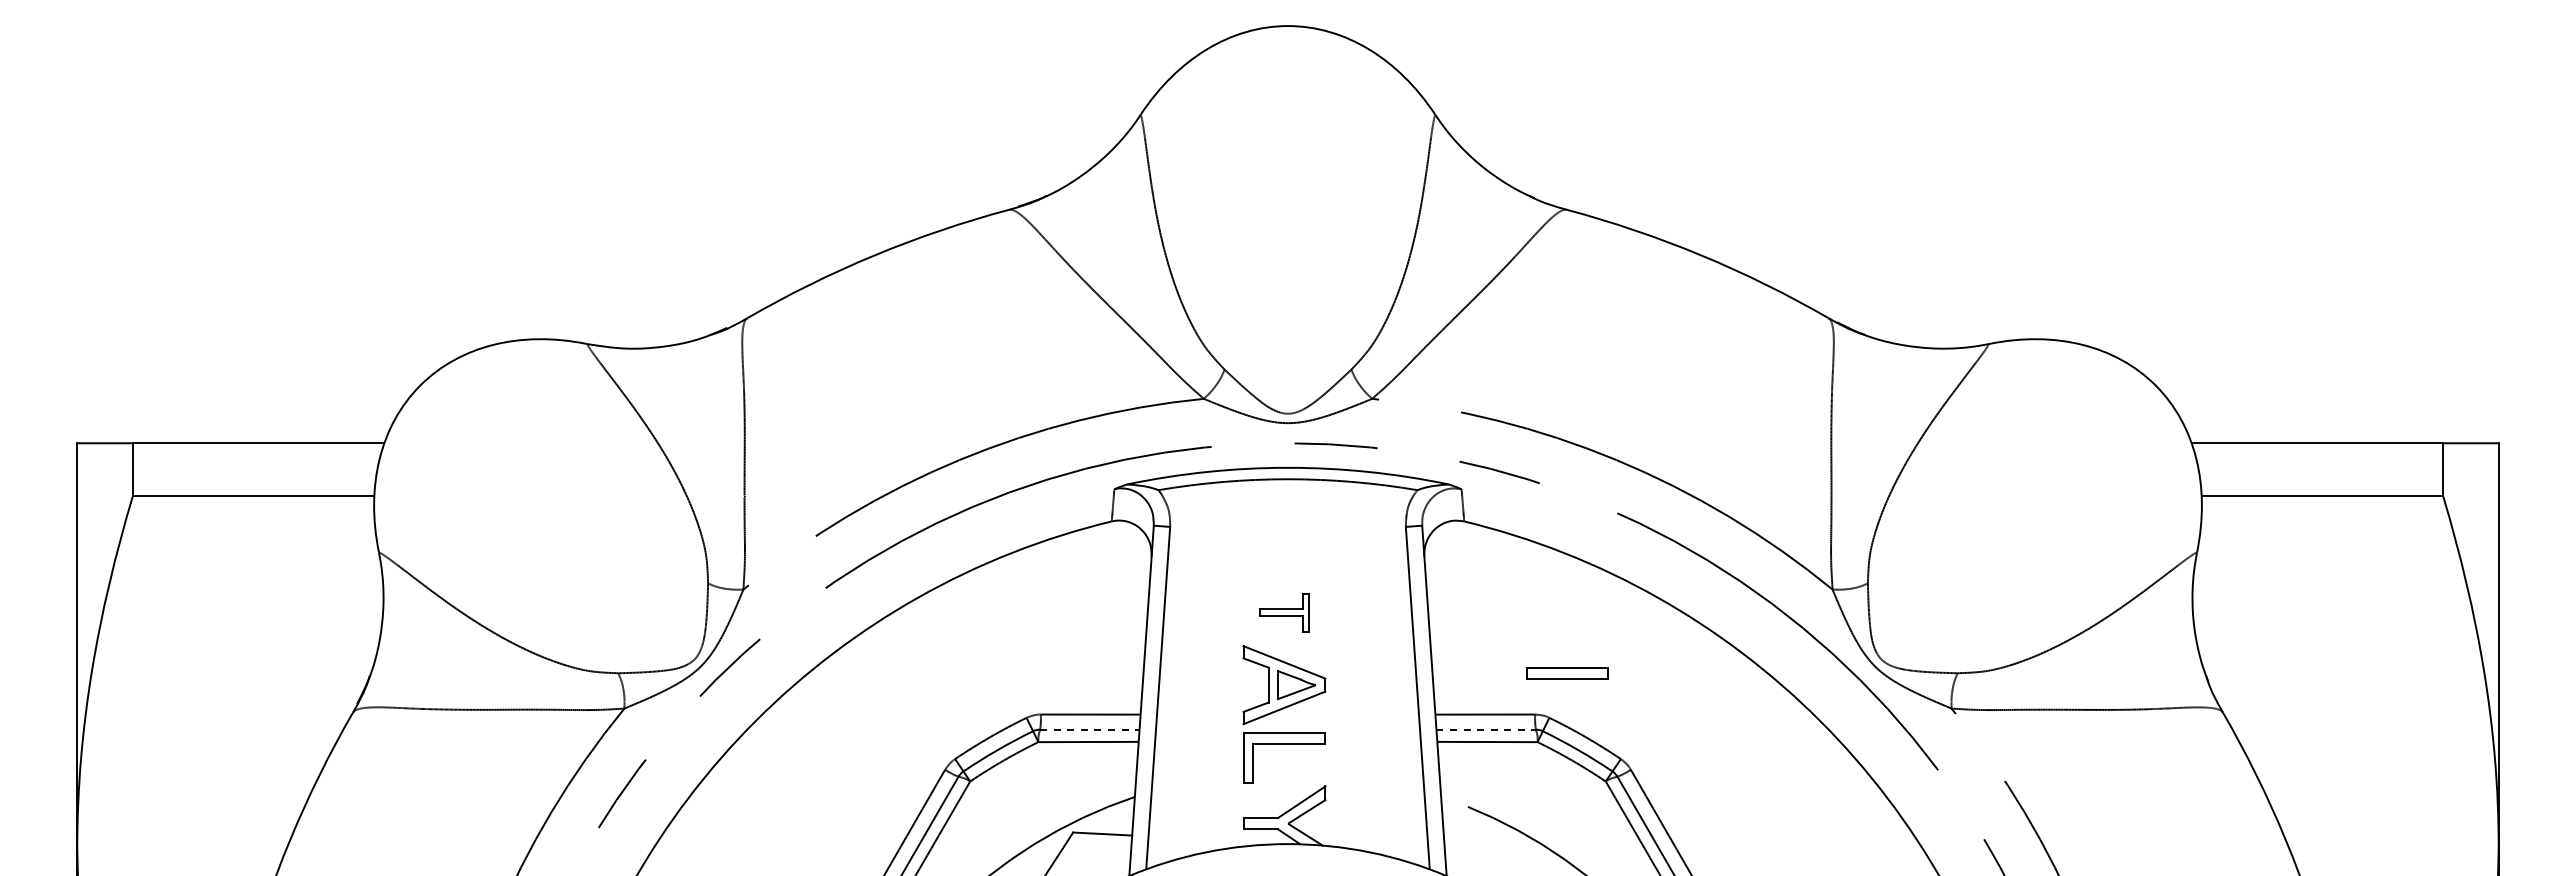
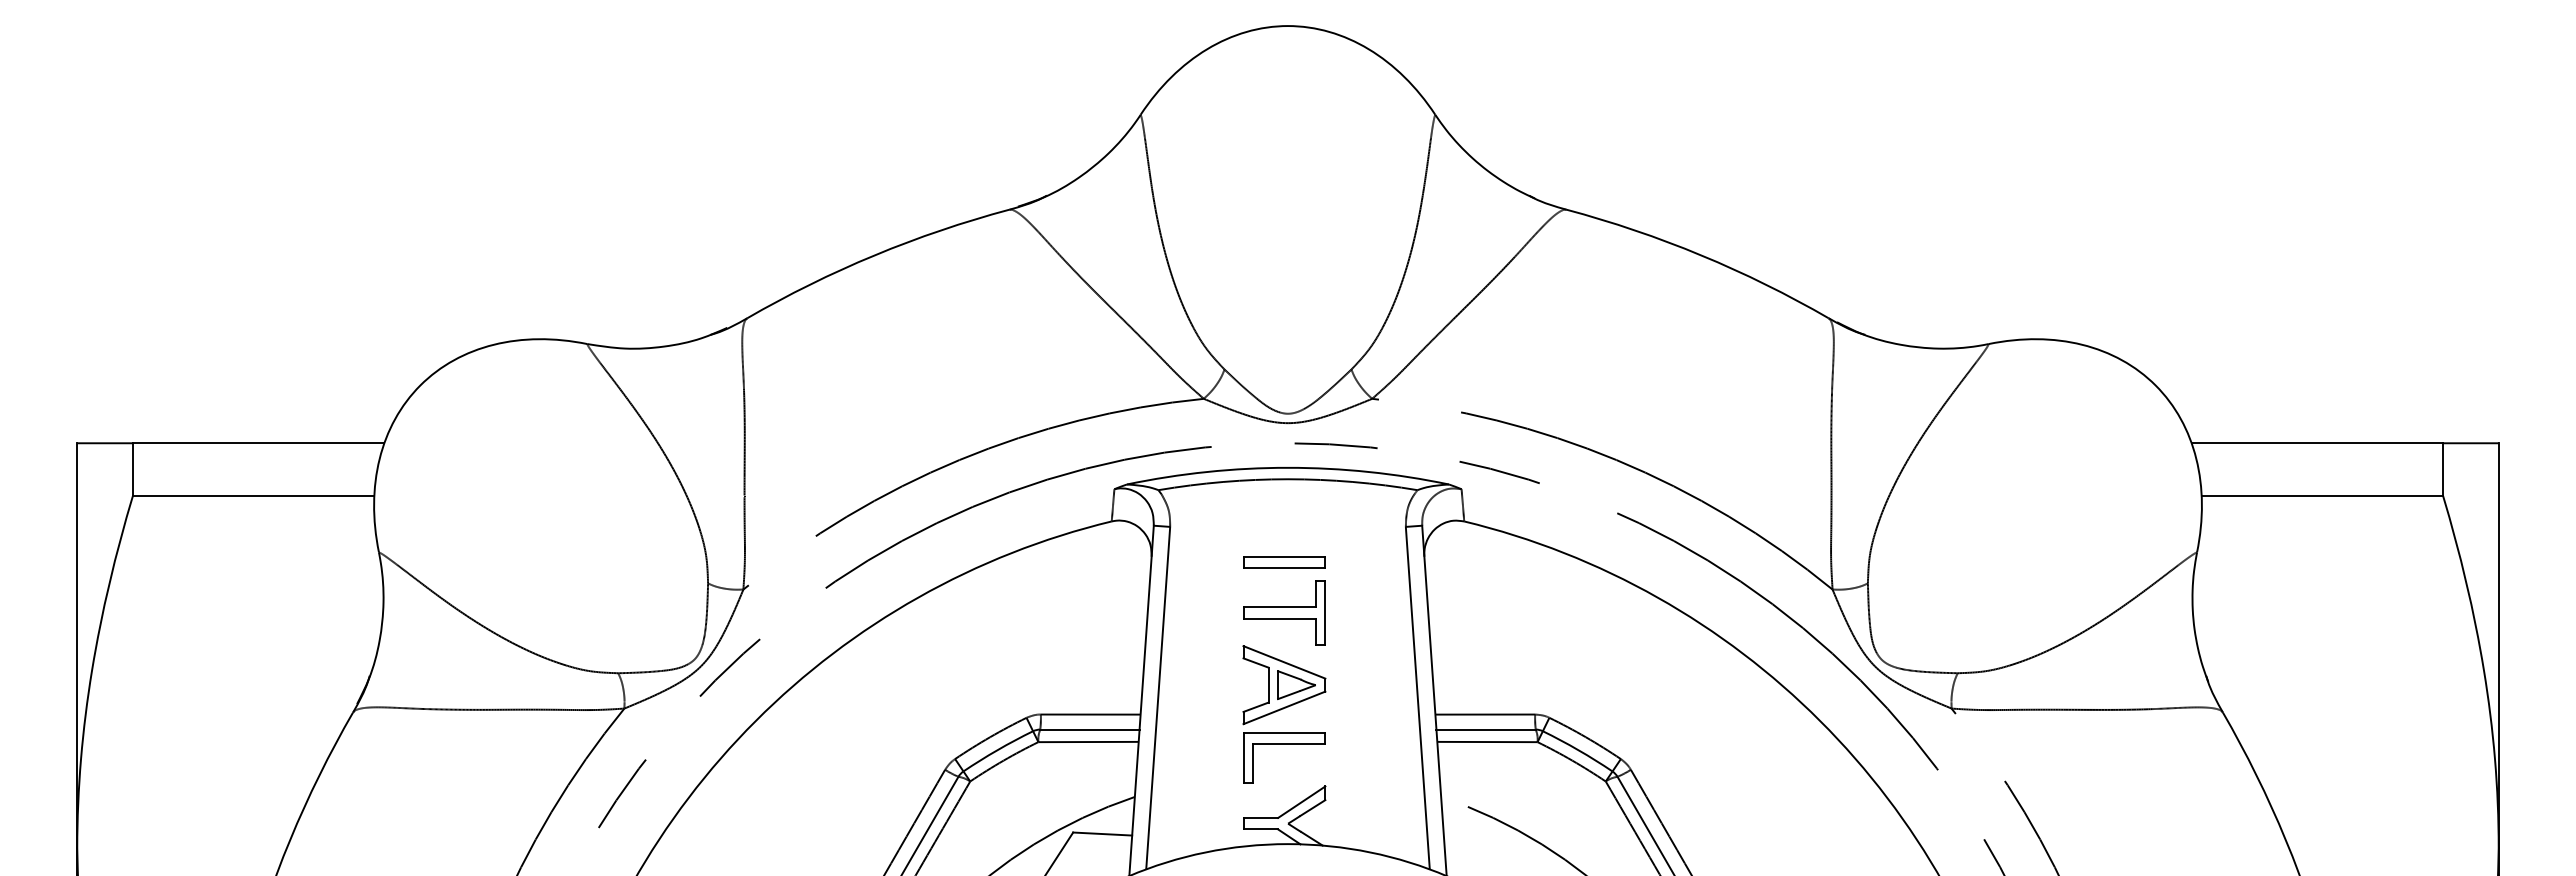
part at (1284, 612) size: 51x40 px -> 83x66 px
part at (1567, 673) position: (1567, 673) -> (1284, 562)
line at (1089, 729): dashed -> solid
line at (1486, 729): dashed -> solid
